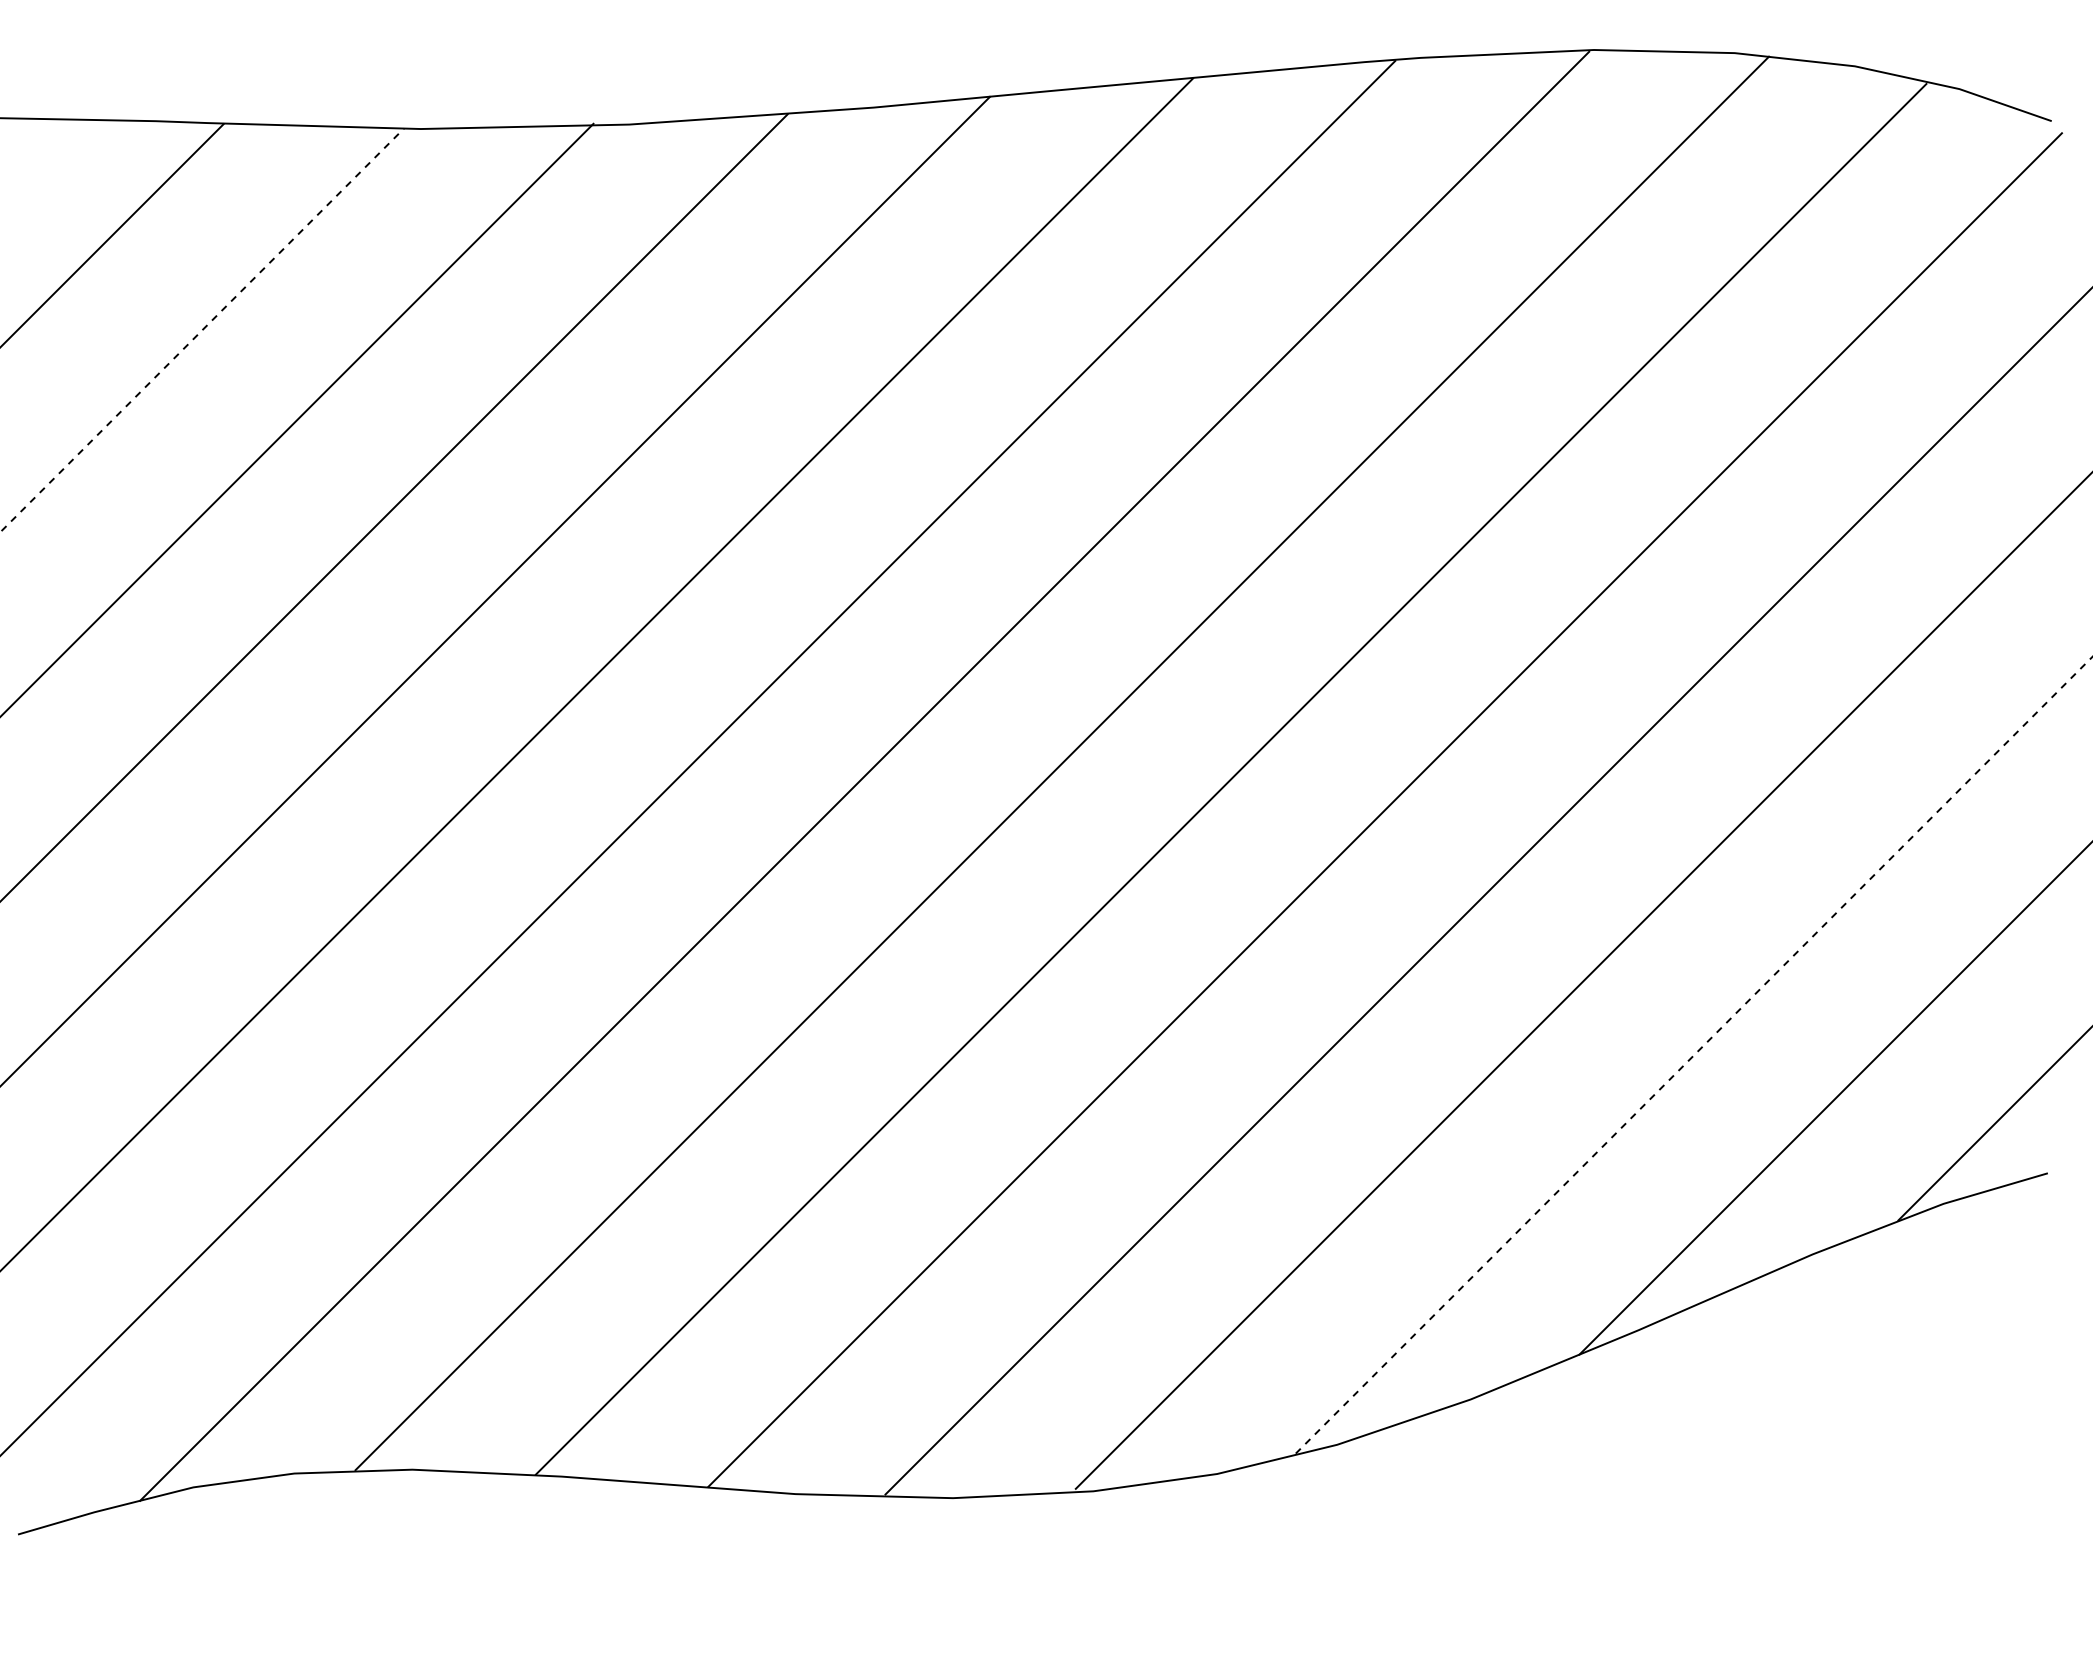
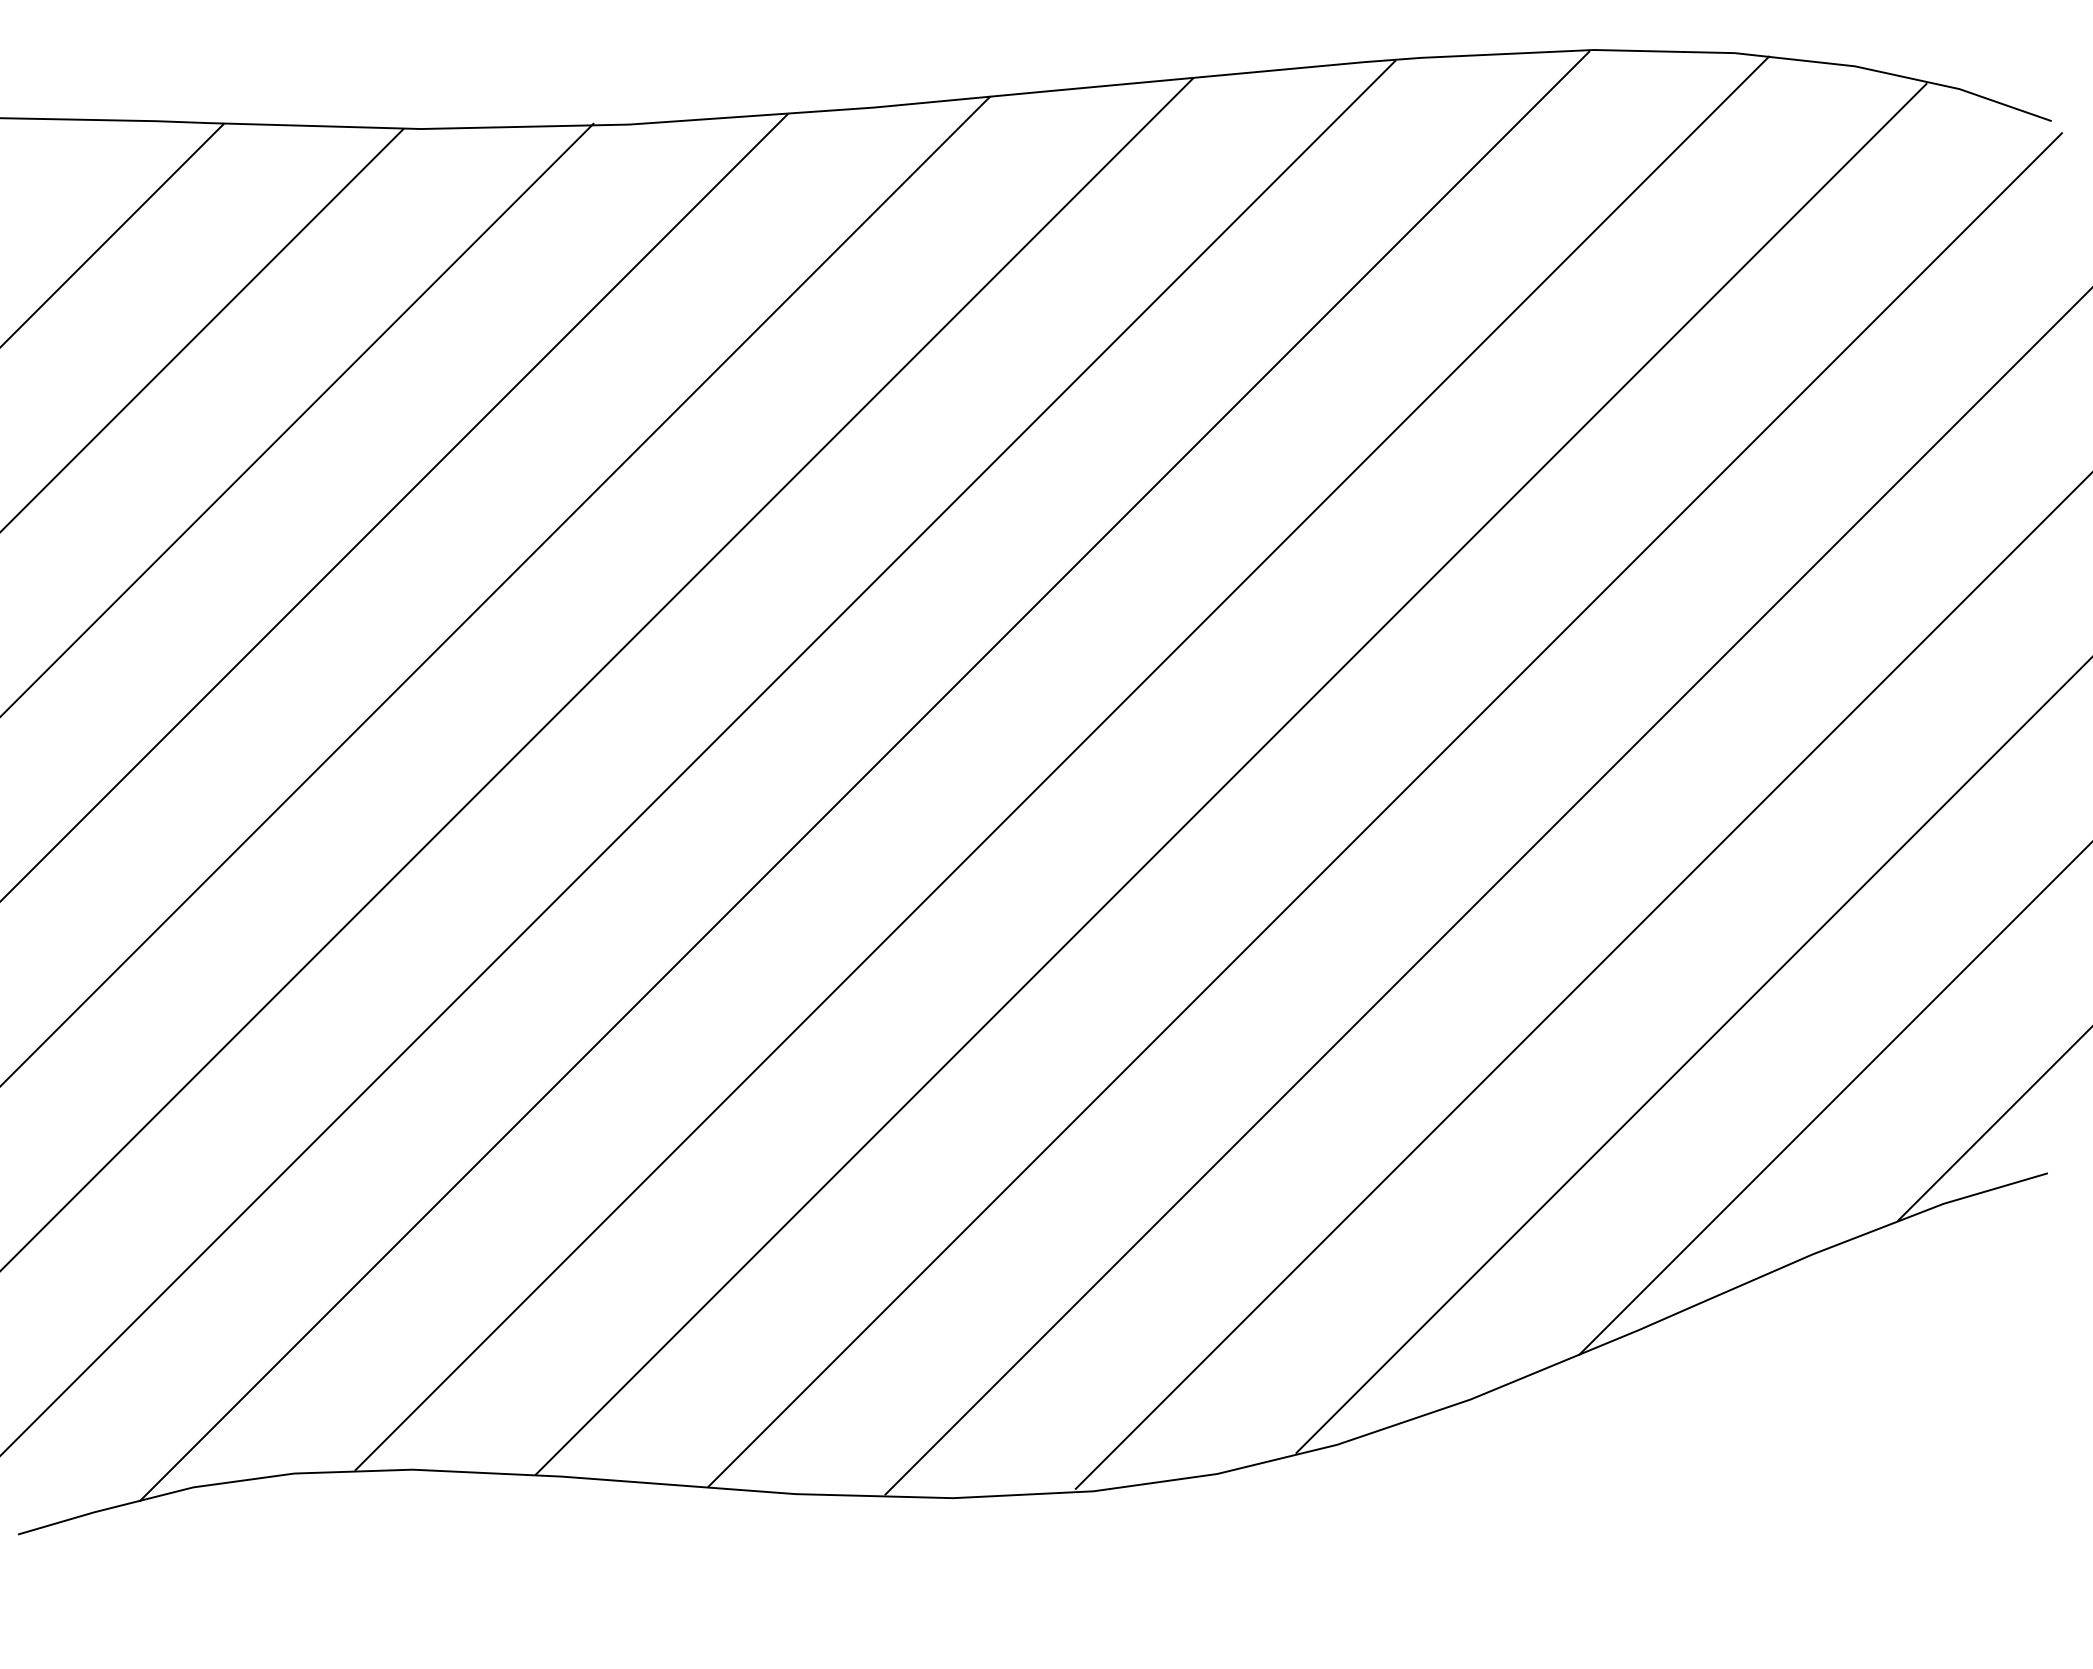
line at (202, 330): dashed -> solid
line at (1694, 1054): dashed -> solid
